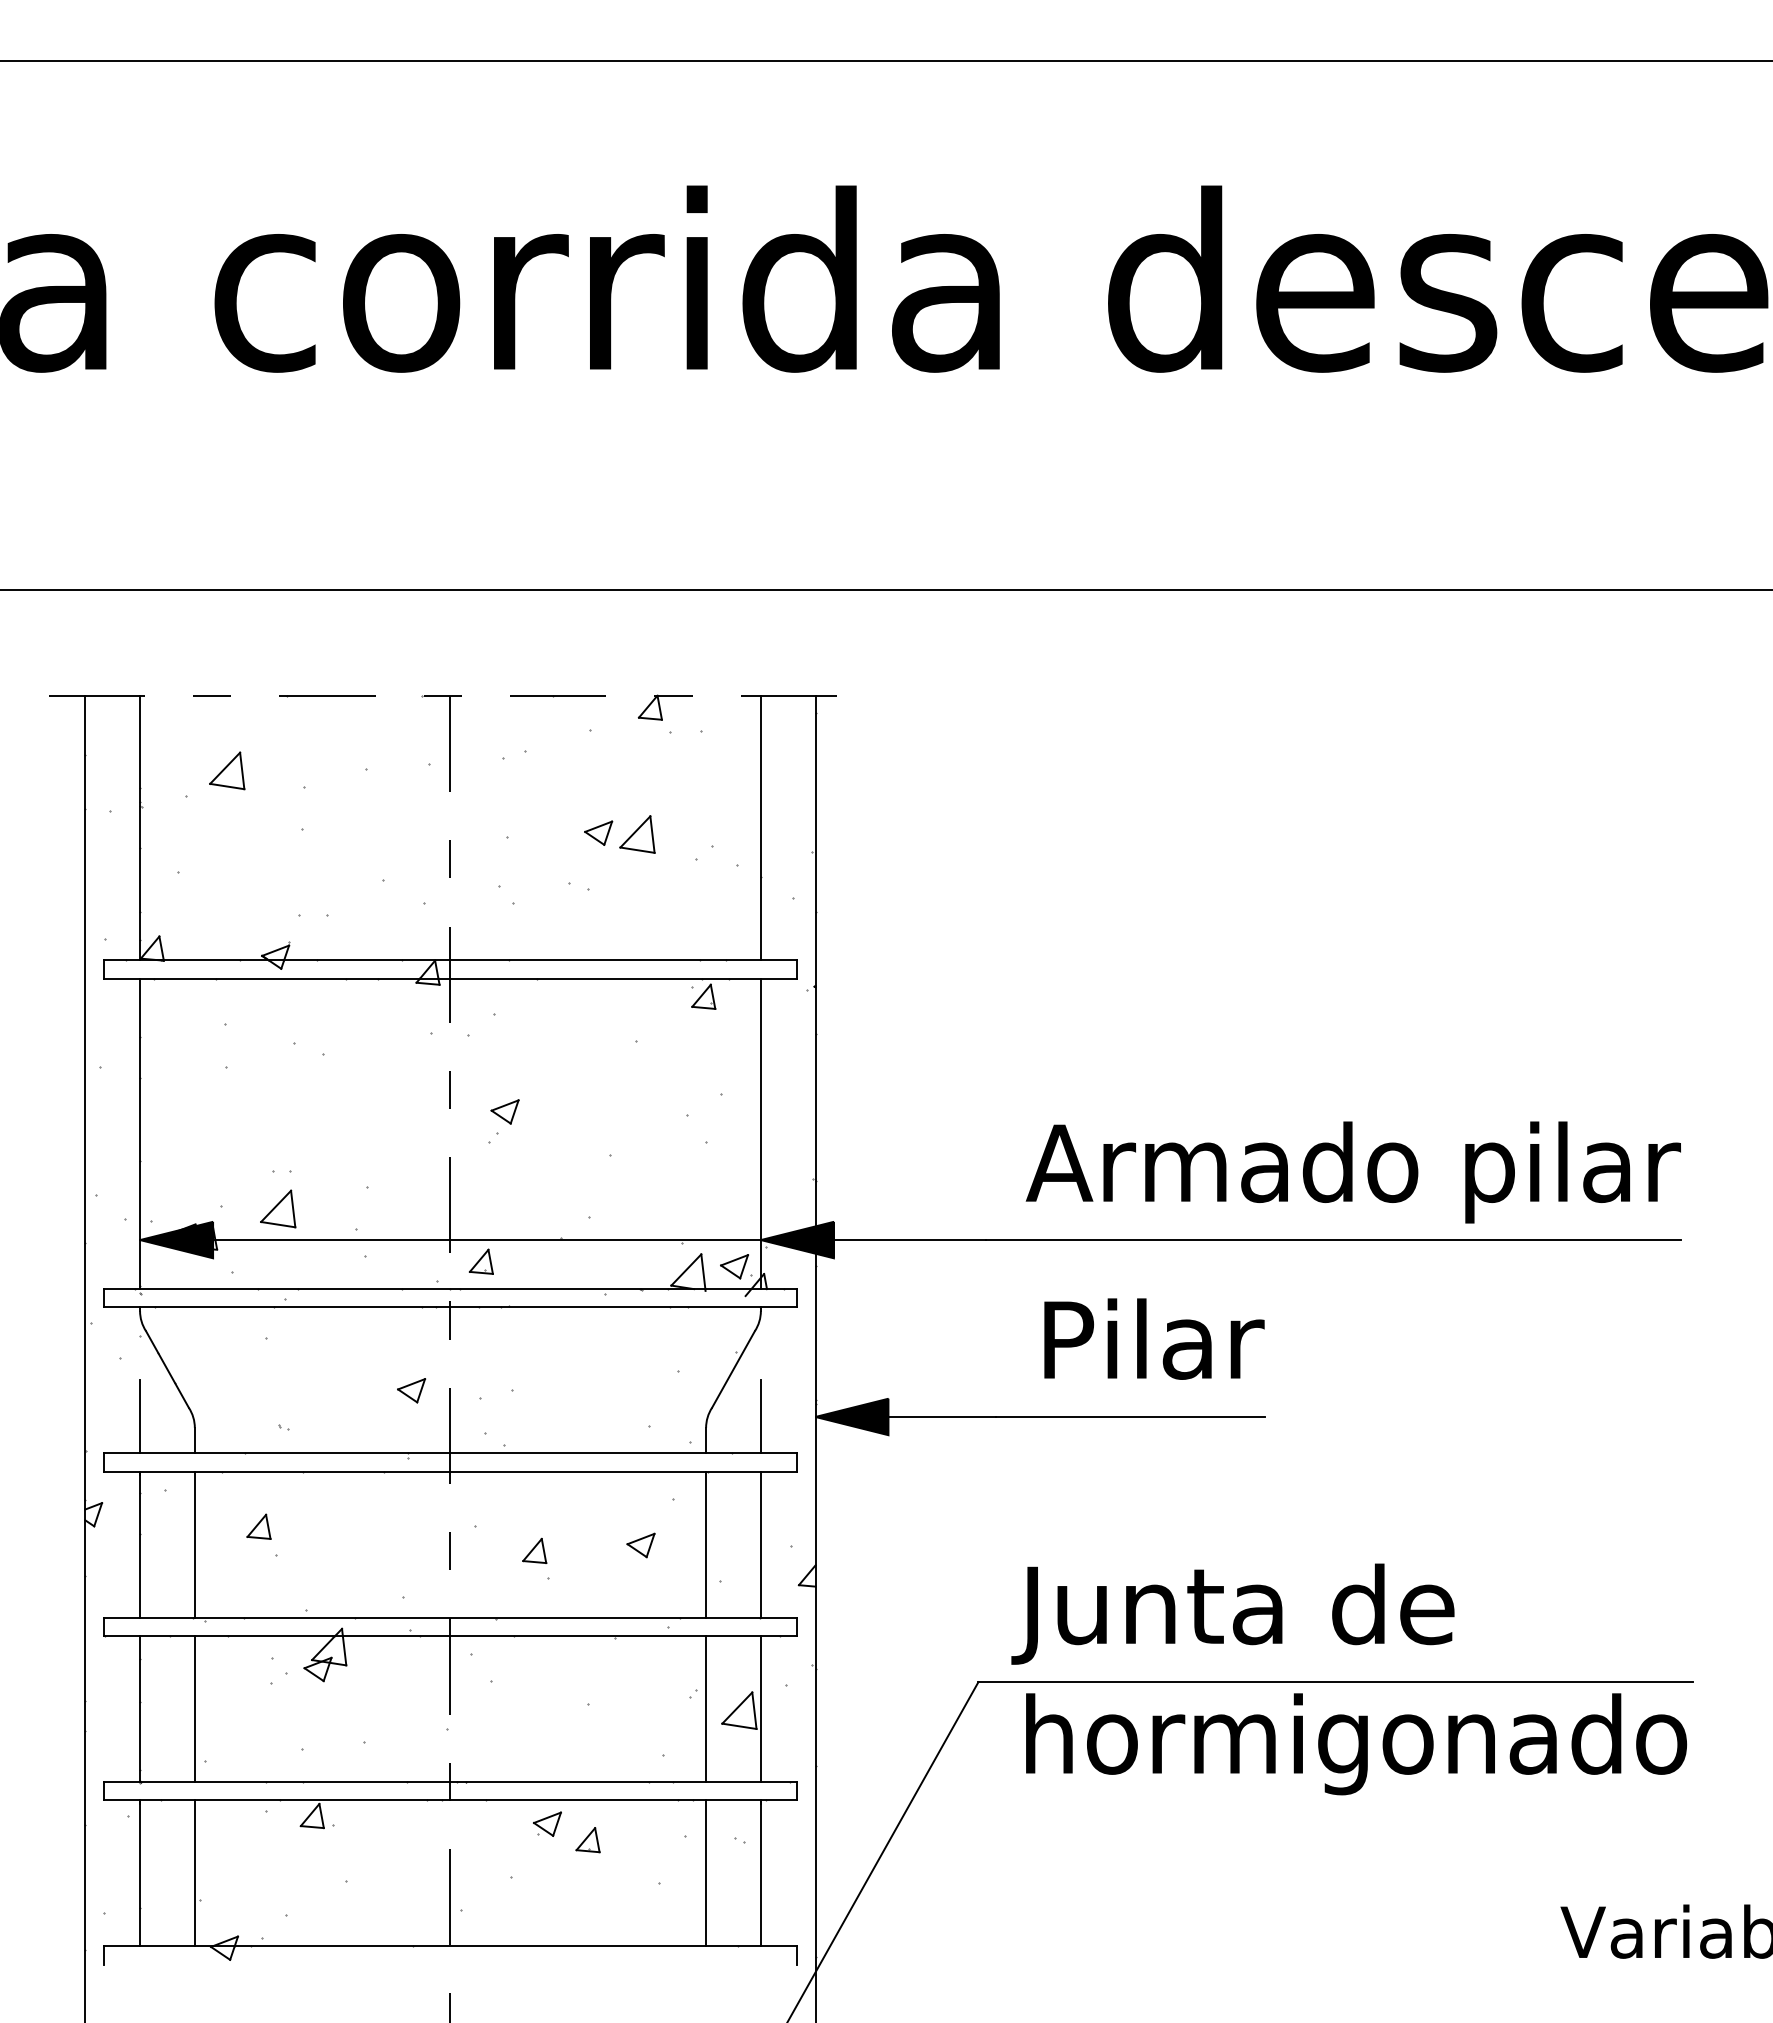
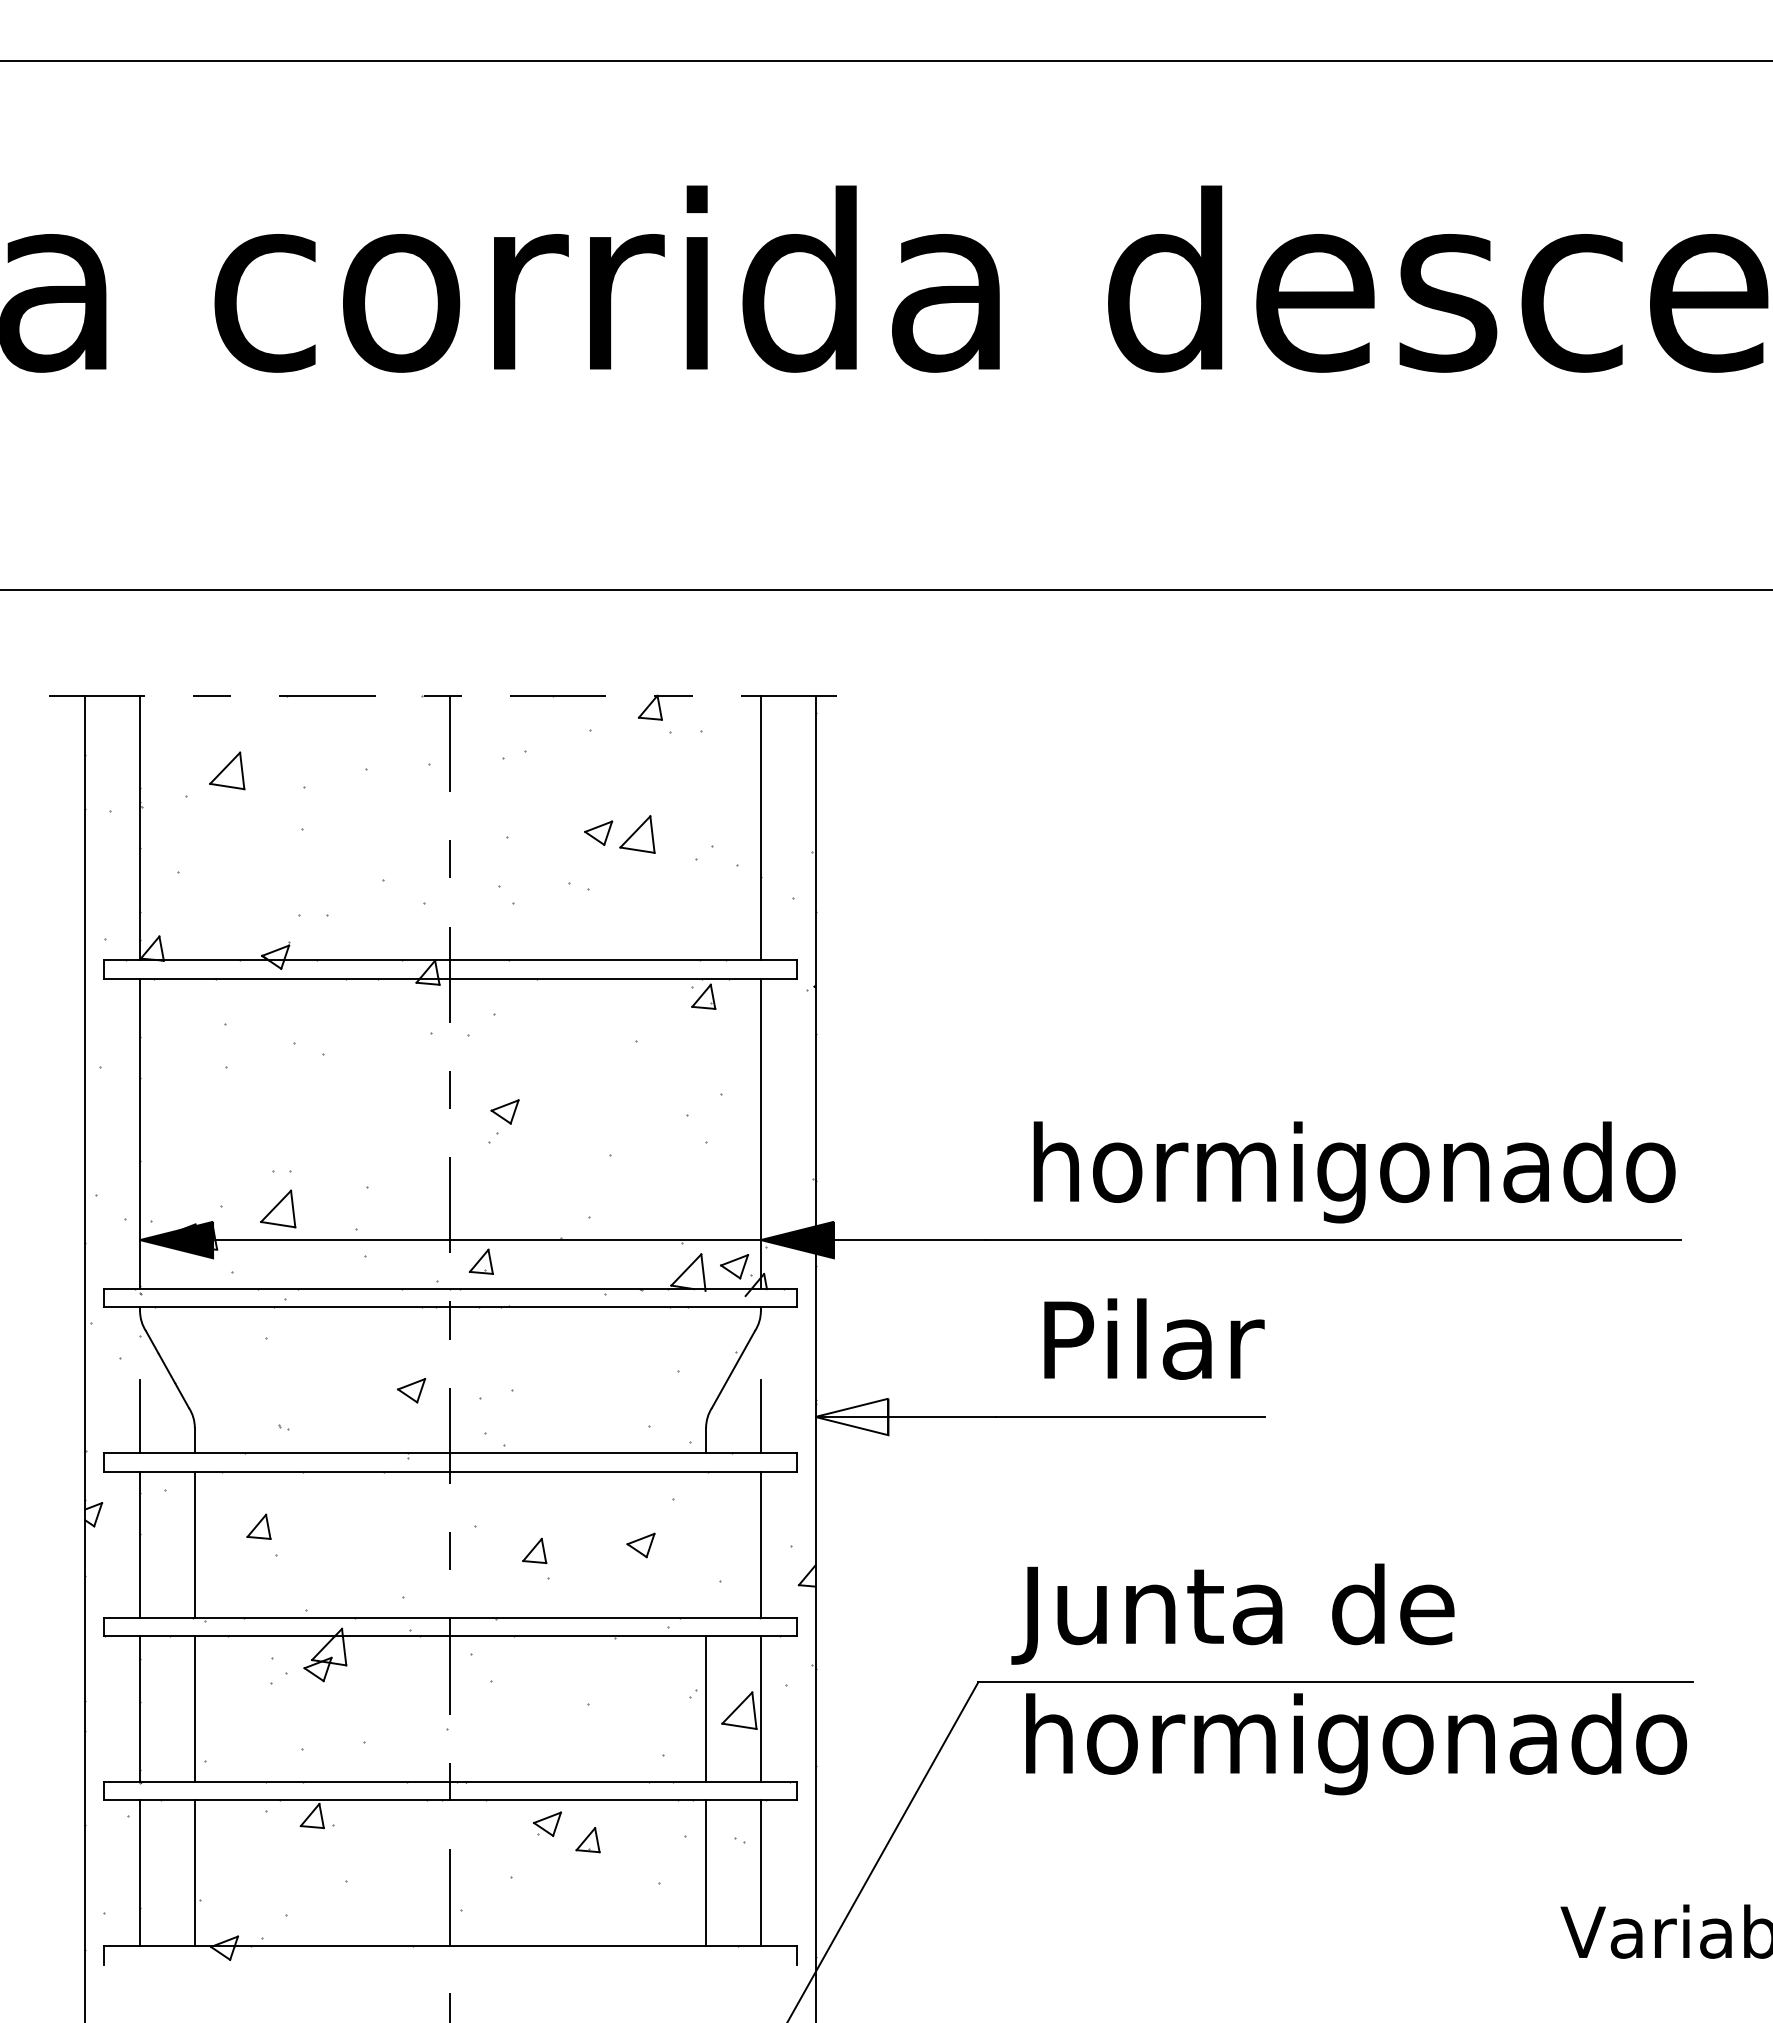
text at (1352, 1172): Armado pilar -> hormigonado
fill at (851, 1416): present -> none
line at (706, 1544): present -> none
